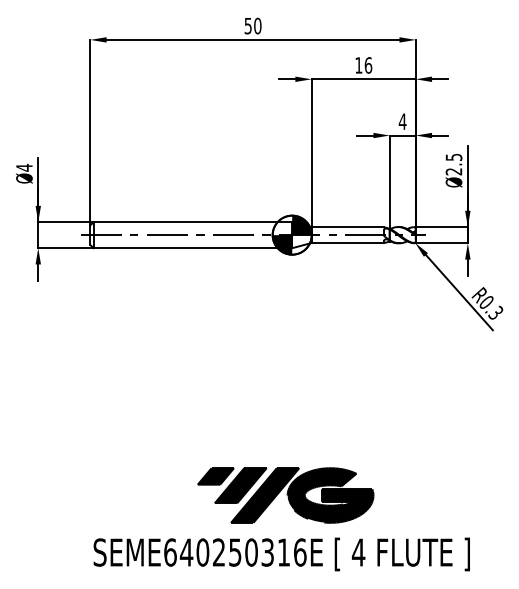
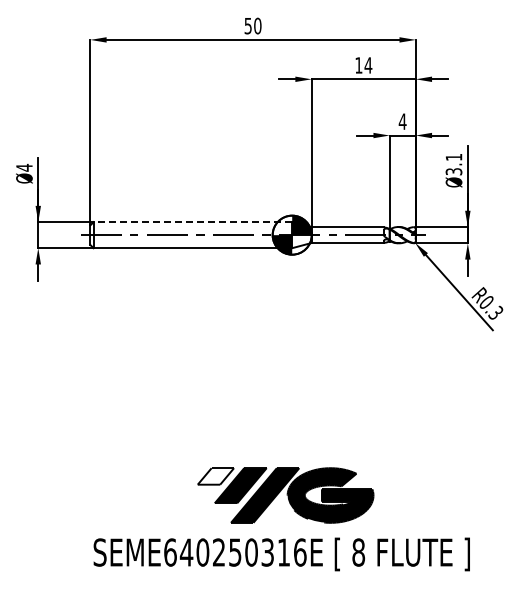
text at (368, 65): 16 -> 14
text at (453, 164): Ø2.5 -> Ø3.1
line at (192, 222): solid -> dashed
fill at (215, 476): present -> none
text at (358, 552): 4 -> 8
